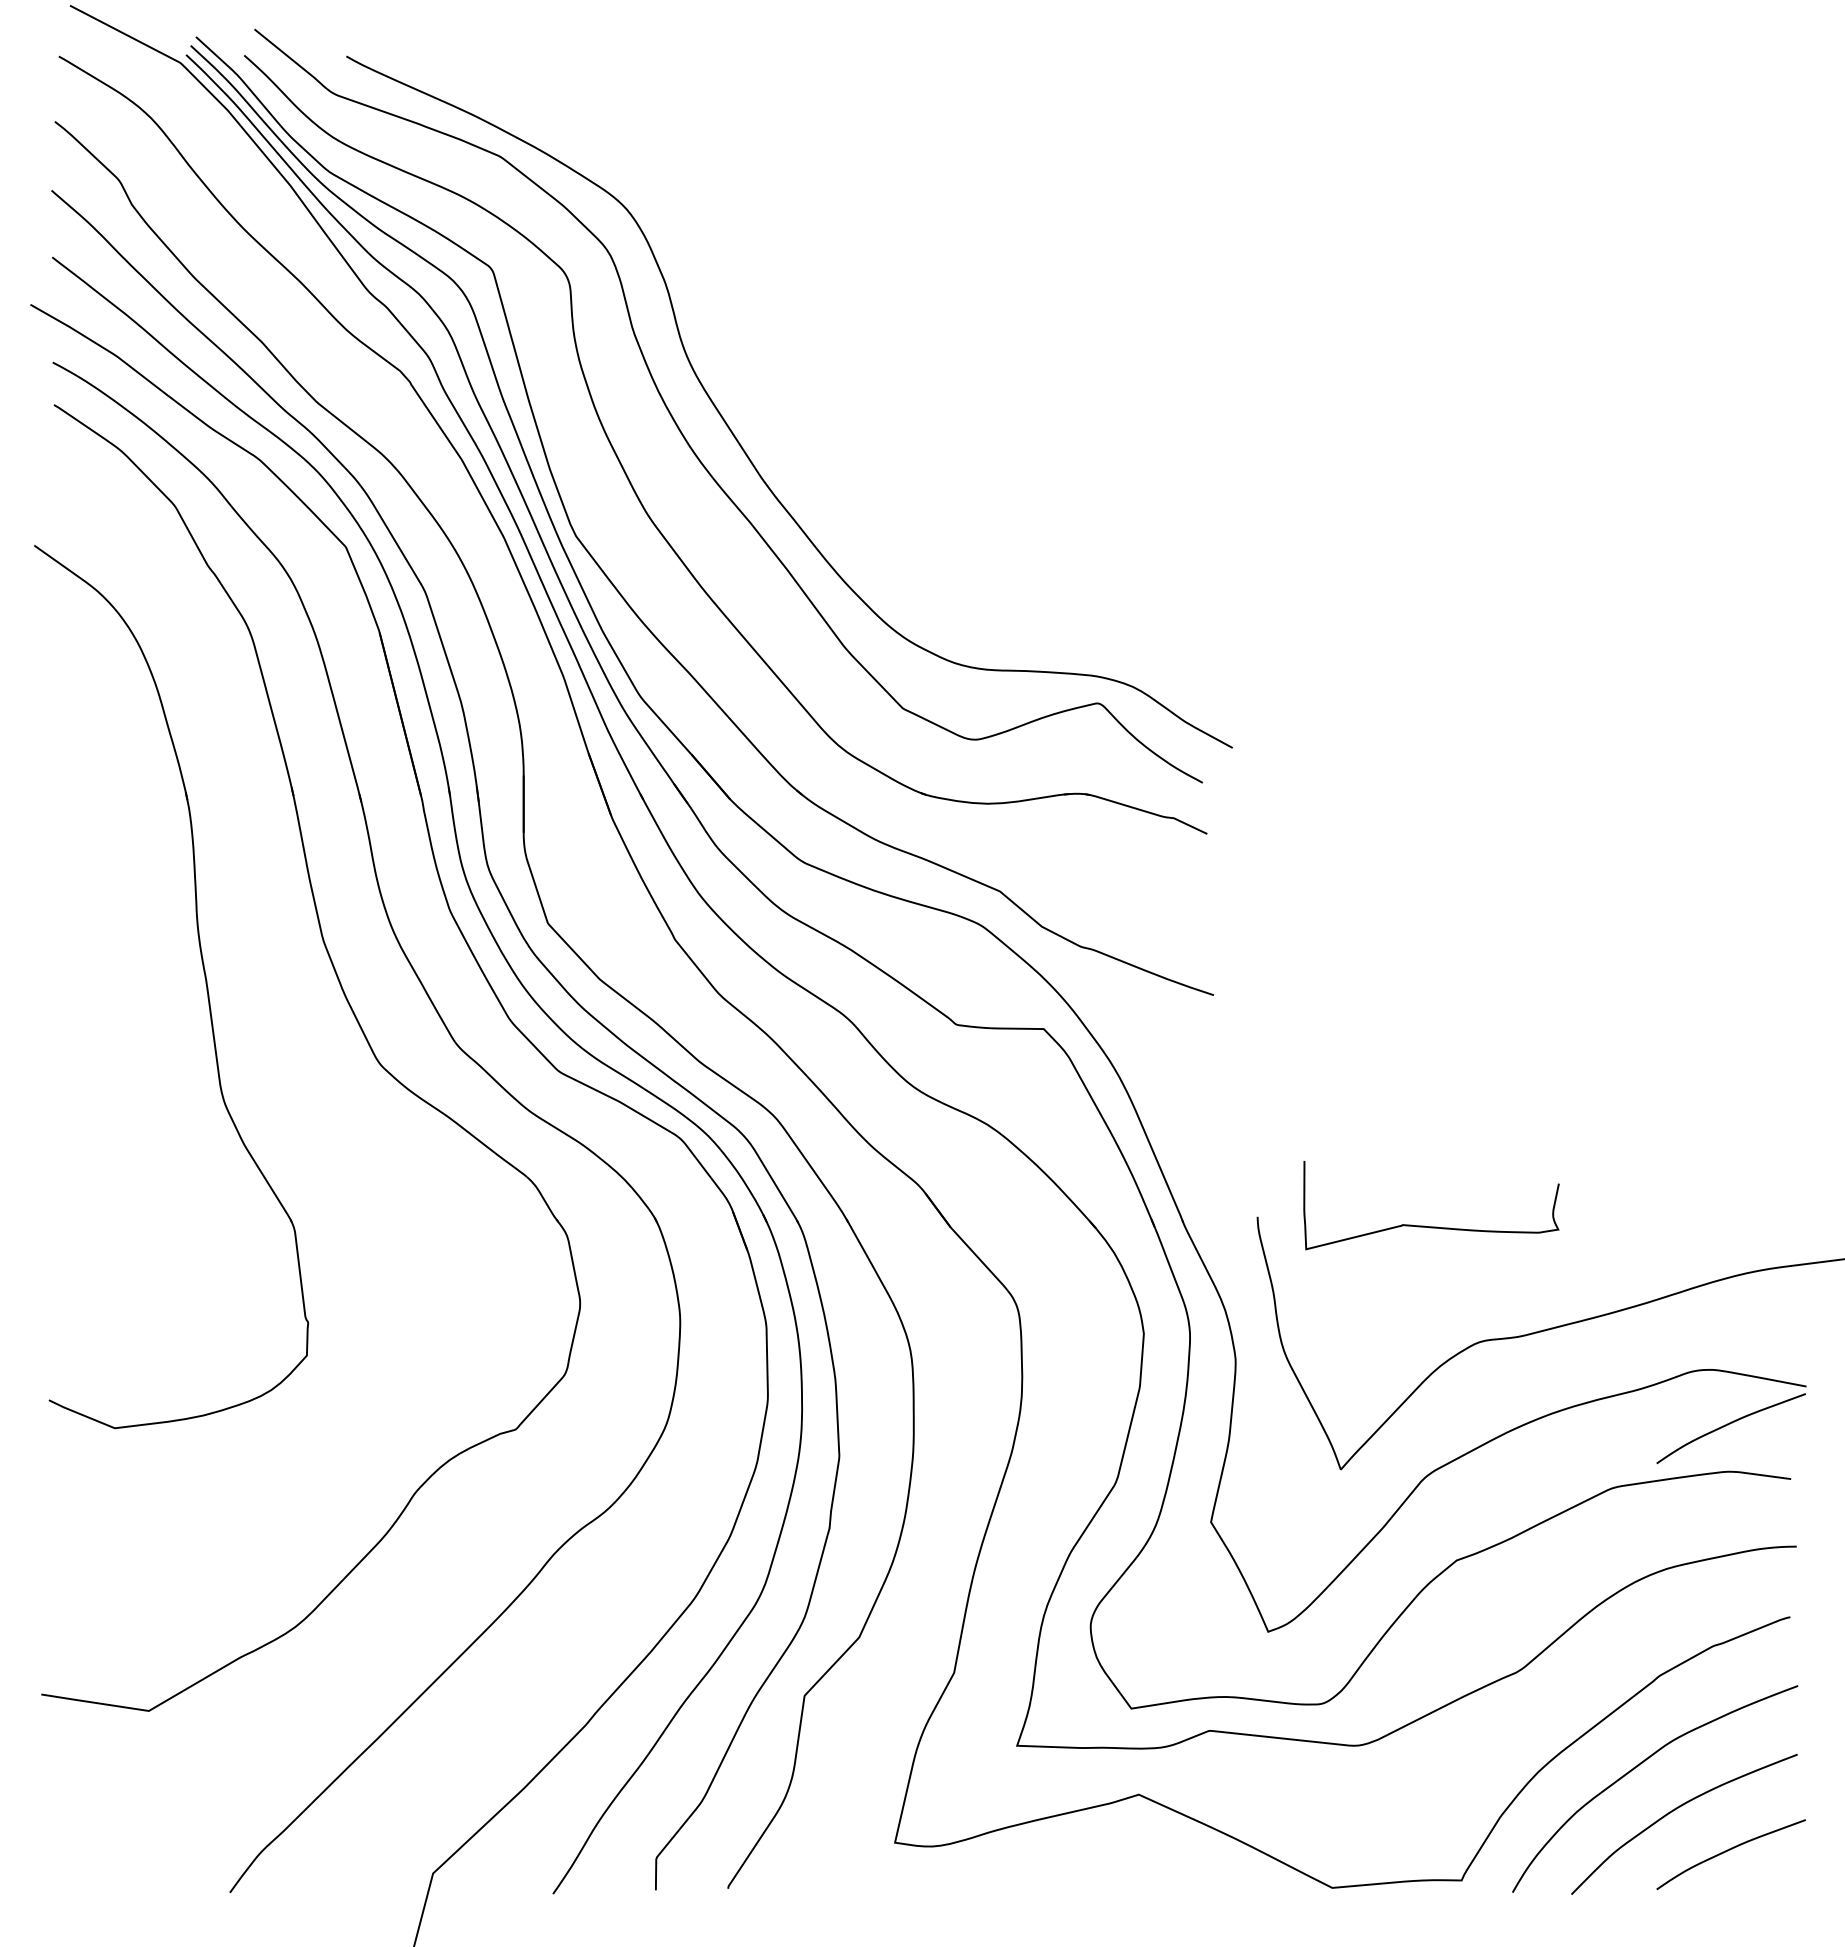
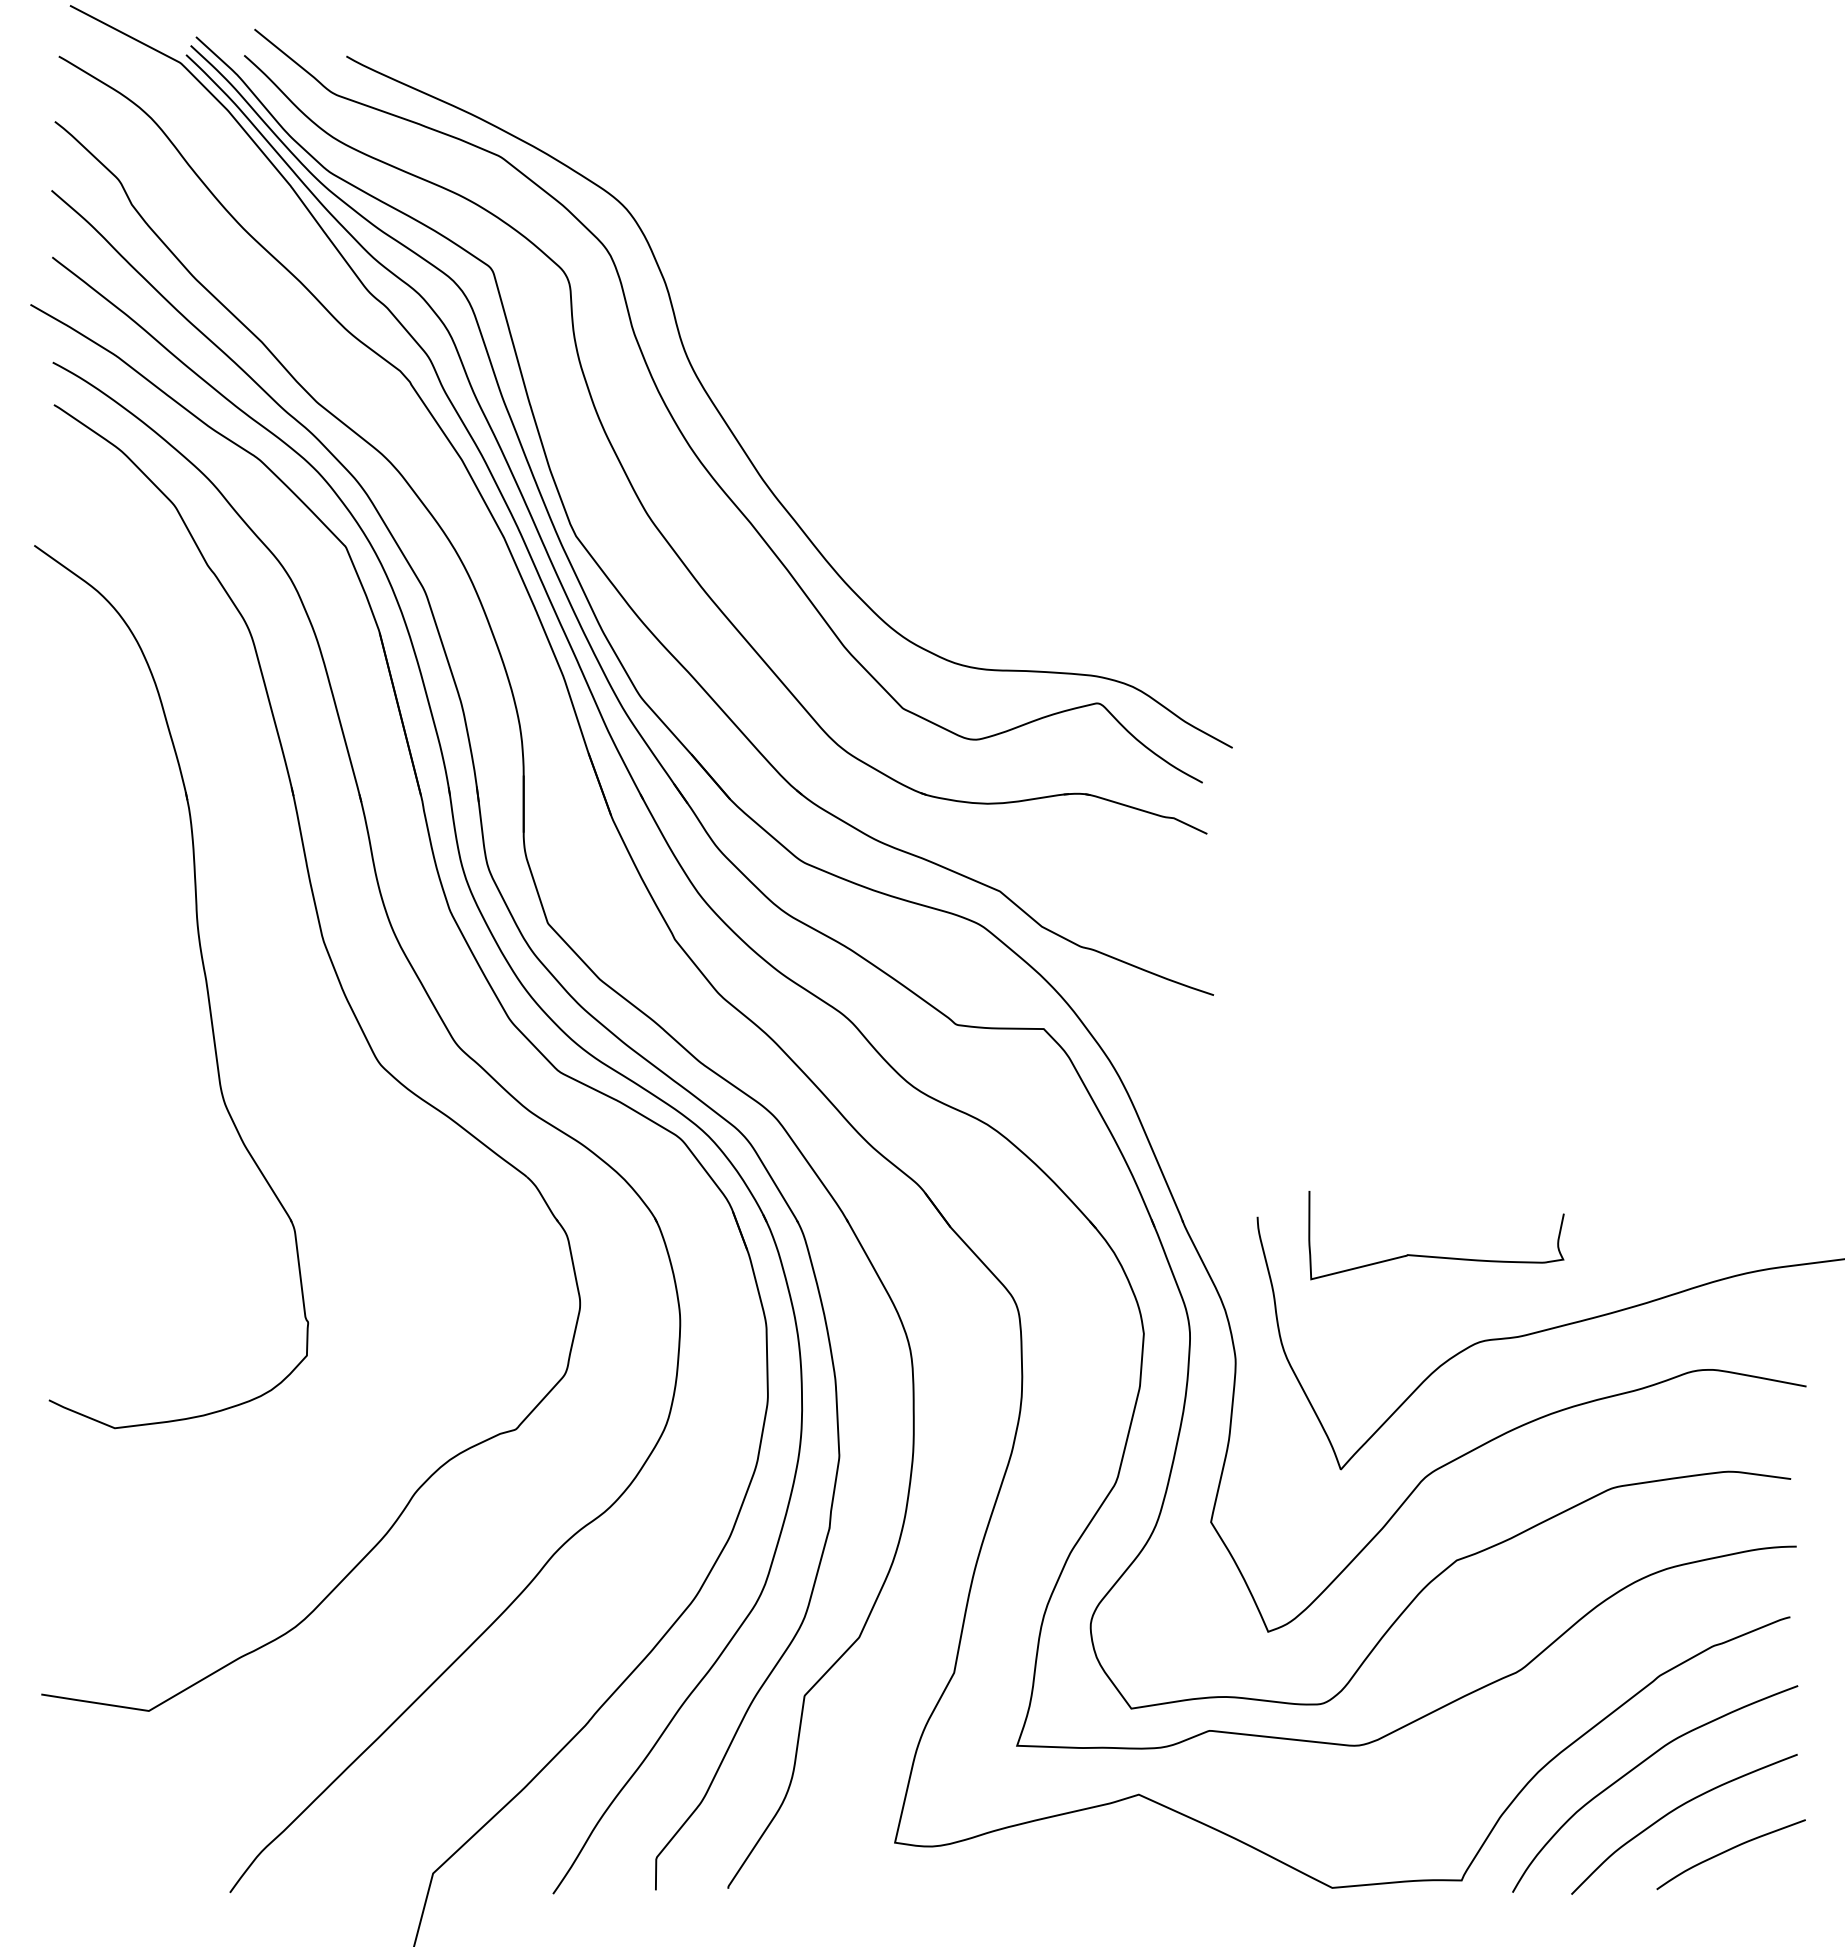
curve at (1431, 1226) position: (1431, 1226) -> (1436, 1256)
curve at (1728, 1425): present -> none
